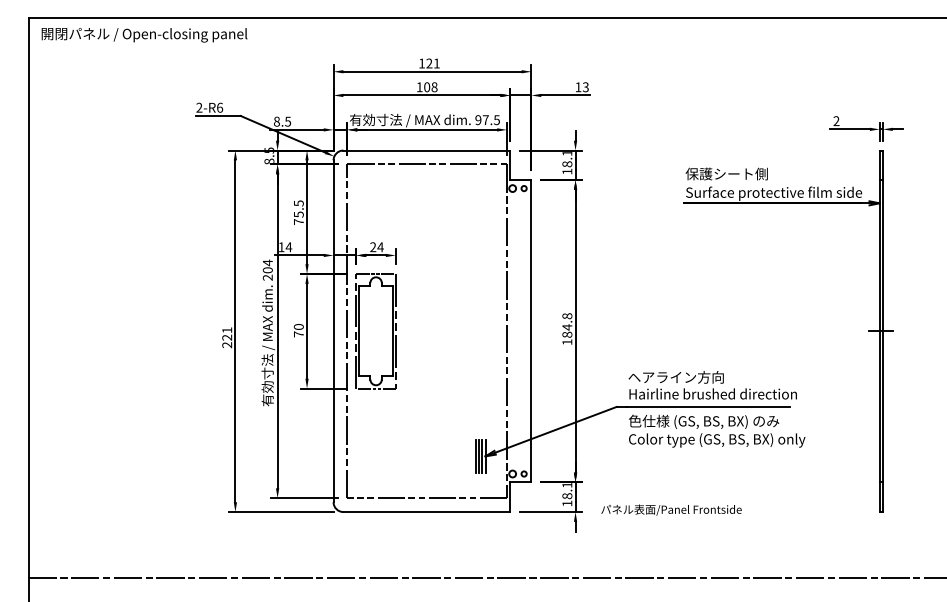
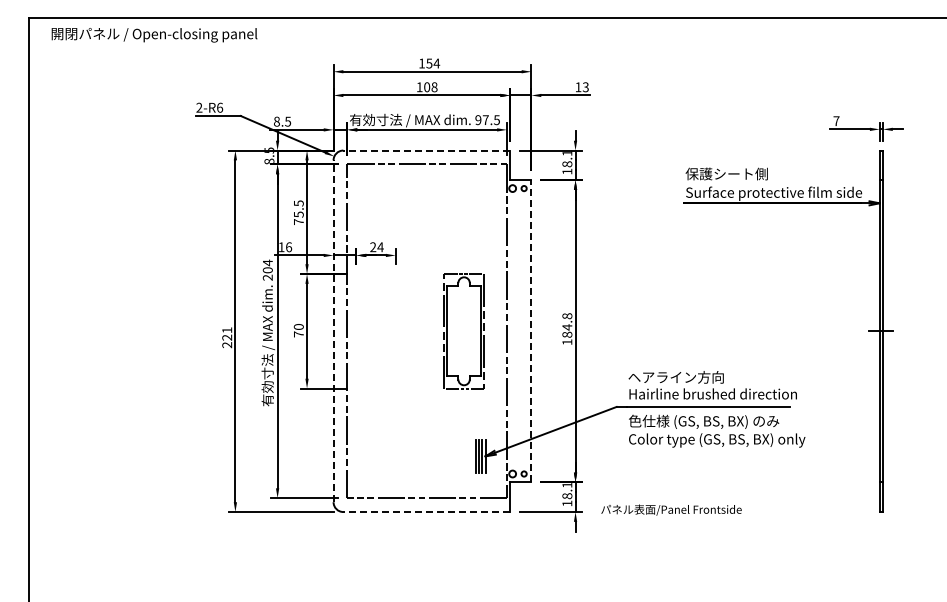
text at (144, 35) position: (144, 35) -> (154, 35)
text at (433, 63): 121 -> 154
text at (836, 121): 2 -> 7
line at (426, 150): solid -> dashed
text at (288, 247): 14 -> 16
line at (531, 330): solid -> dashed
line at (333, 331): solid -> dashed
part at (375, 331) position: (375, 331) -> (463, 331)
line at (426, 512): solid -> dashed
line at (485, 578): present -> none
